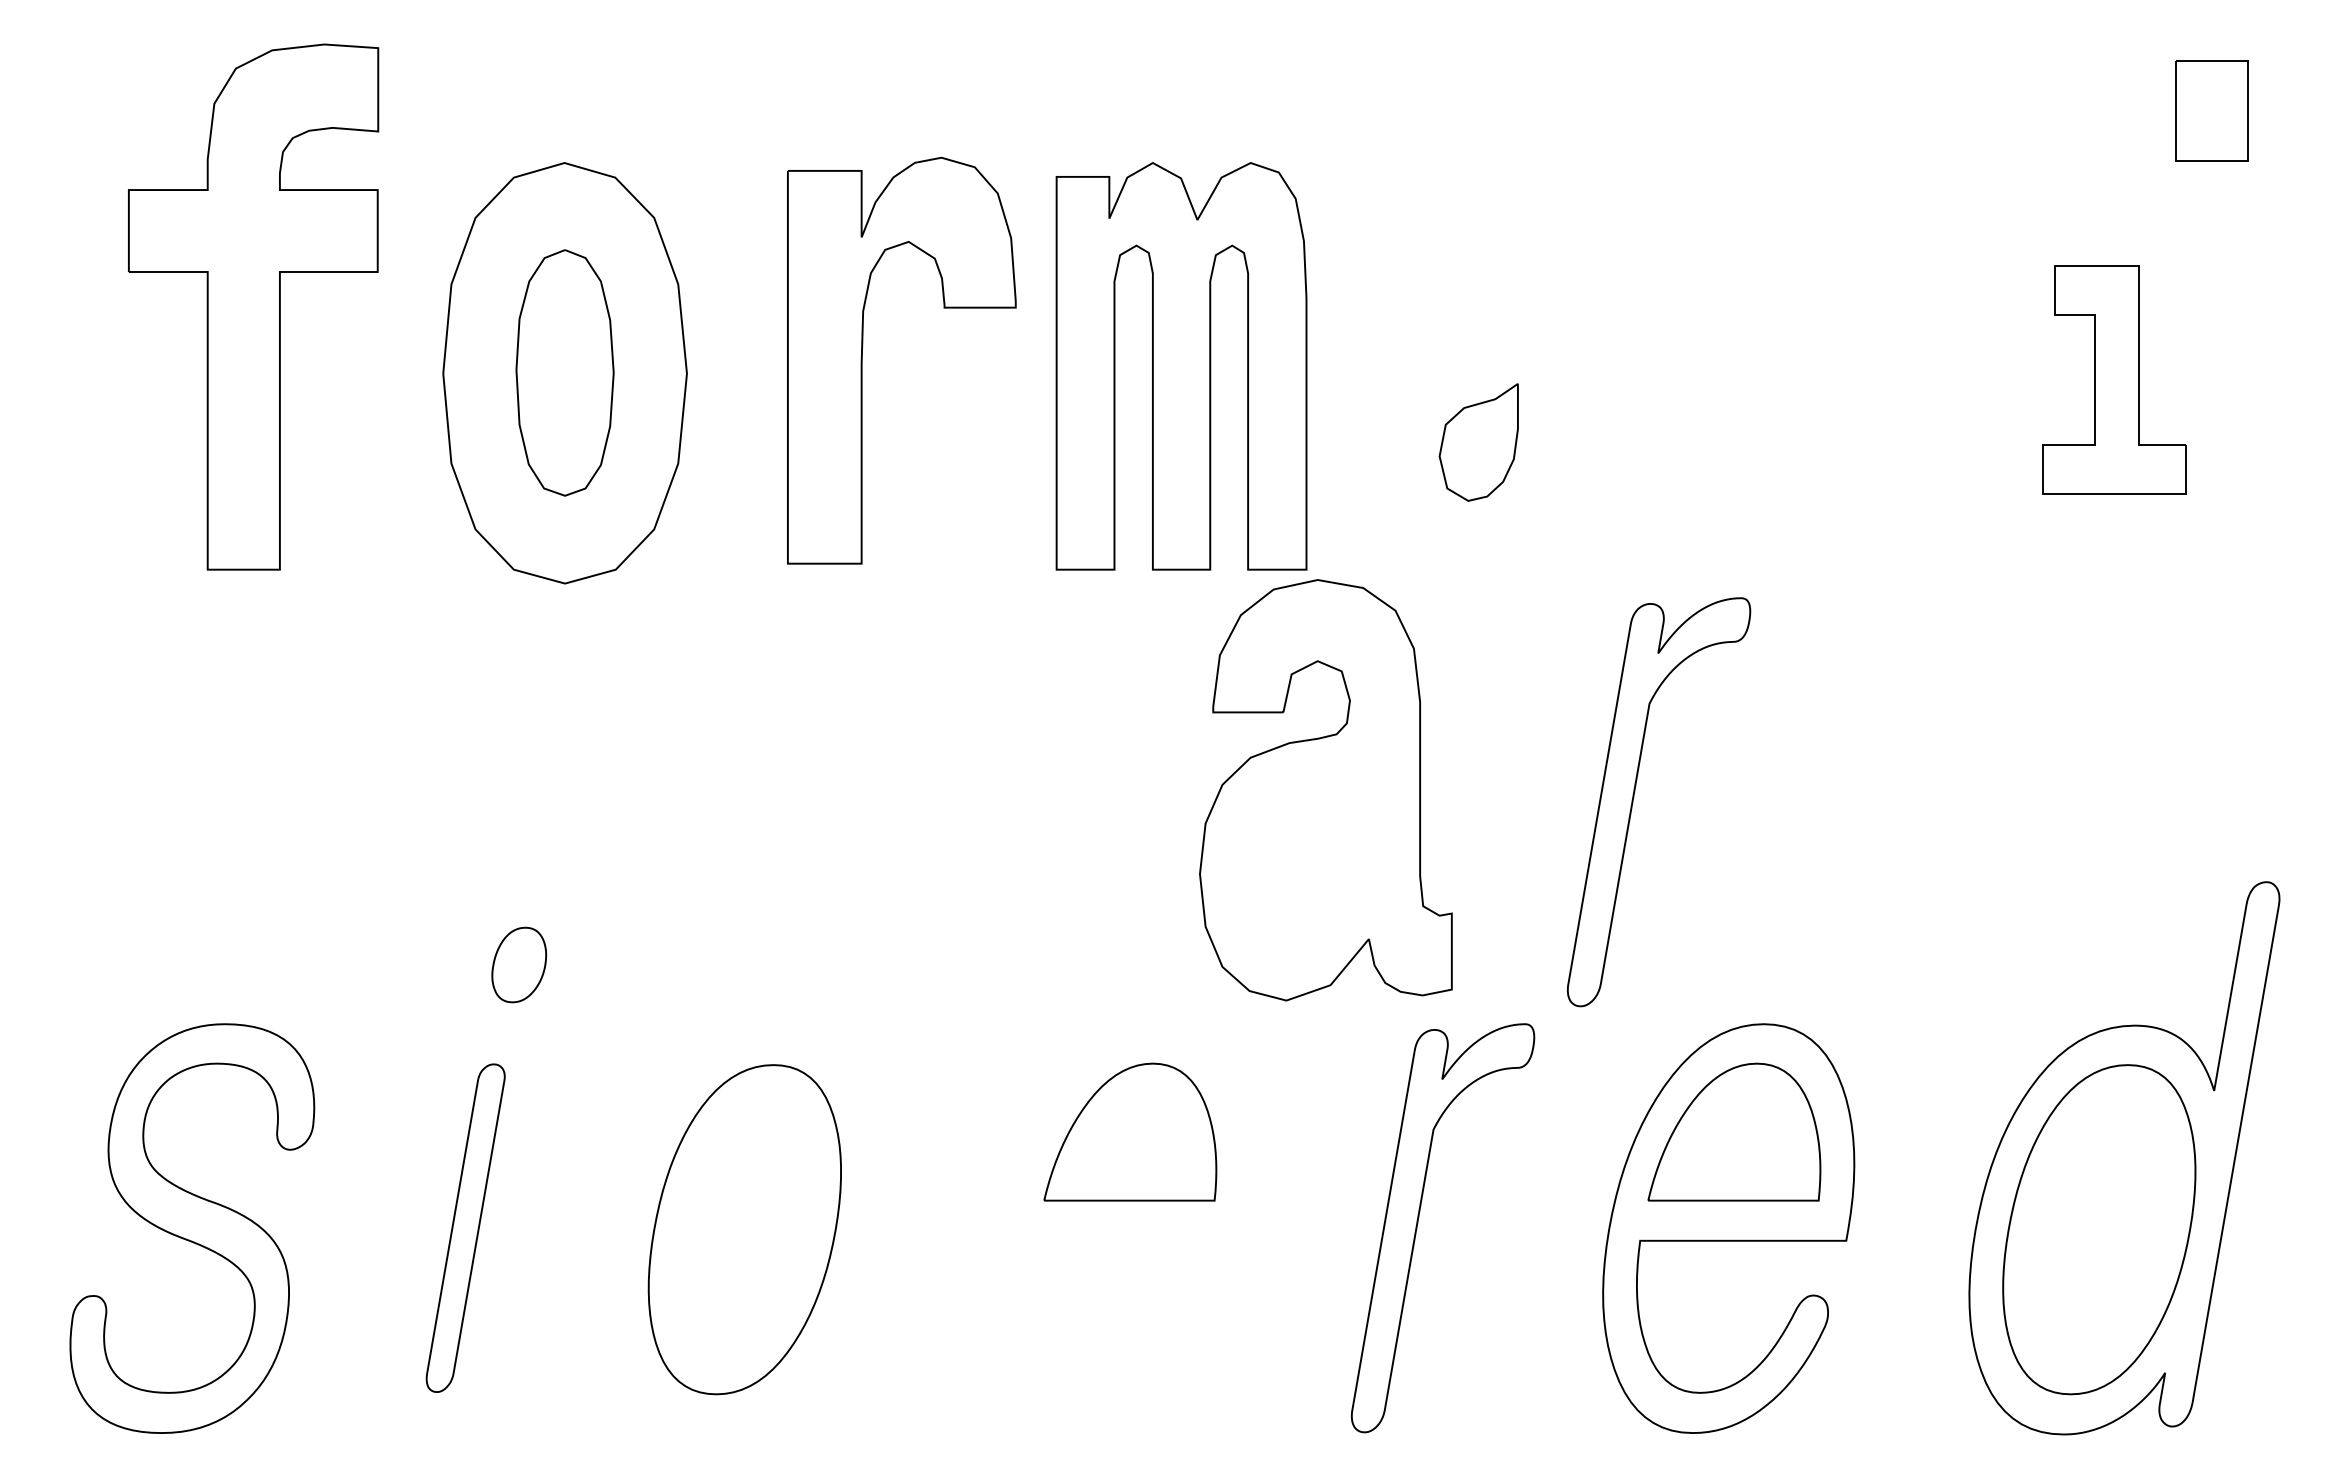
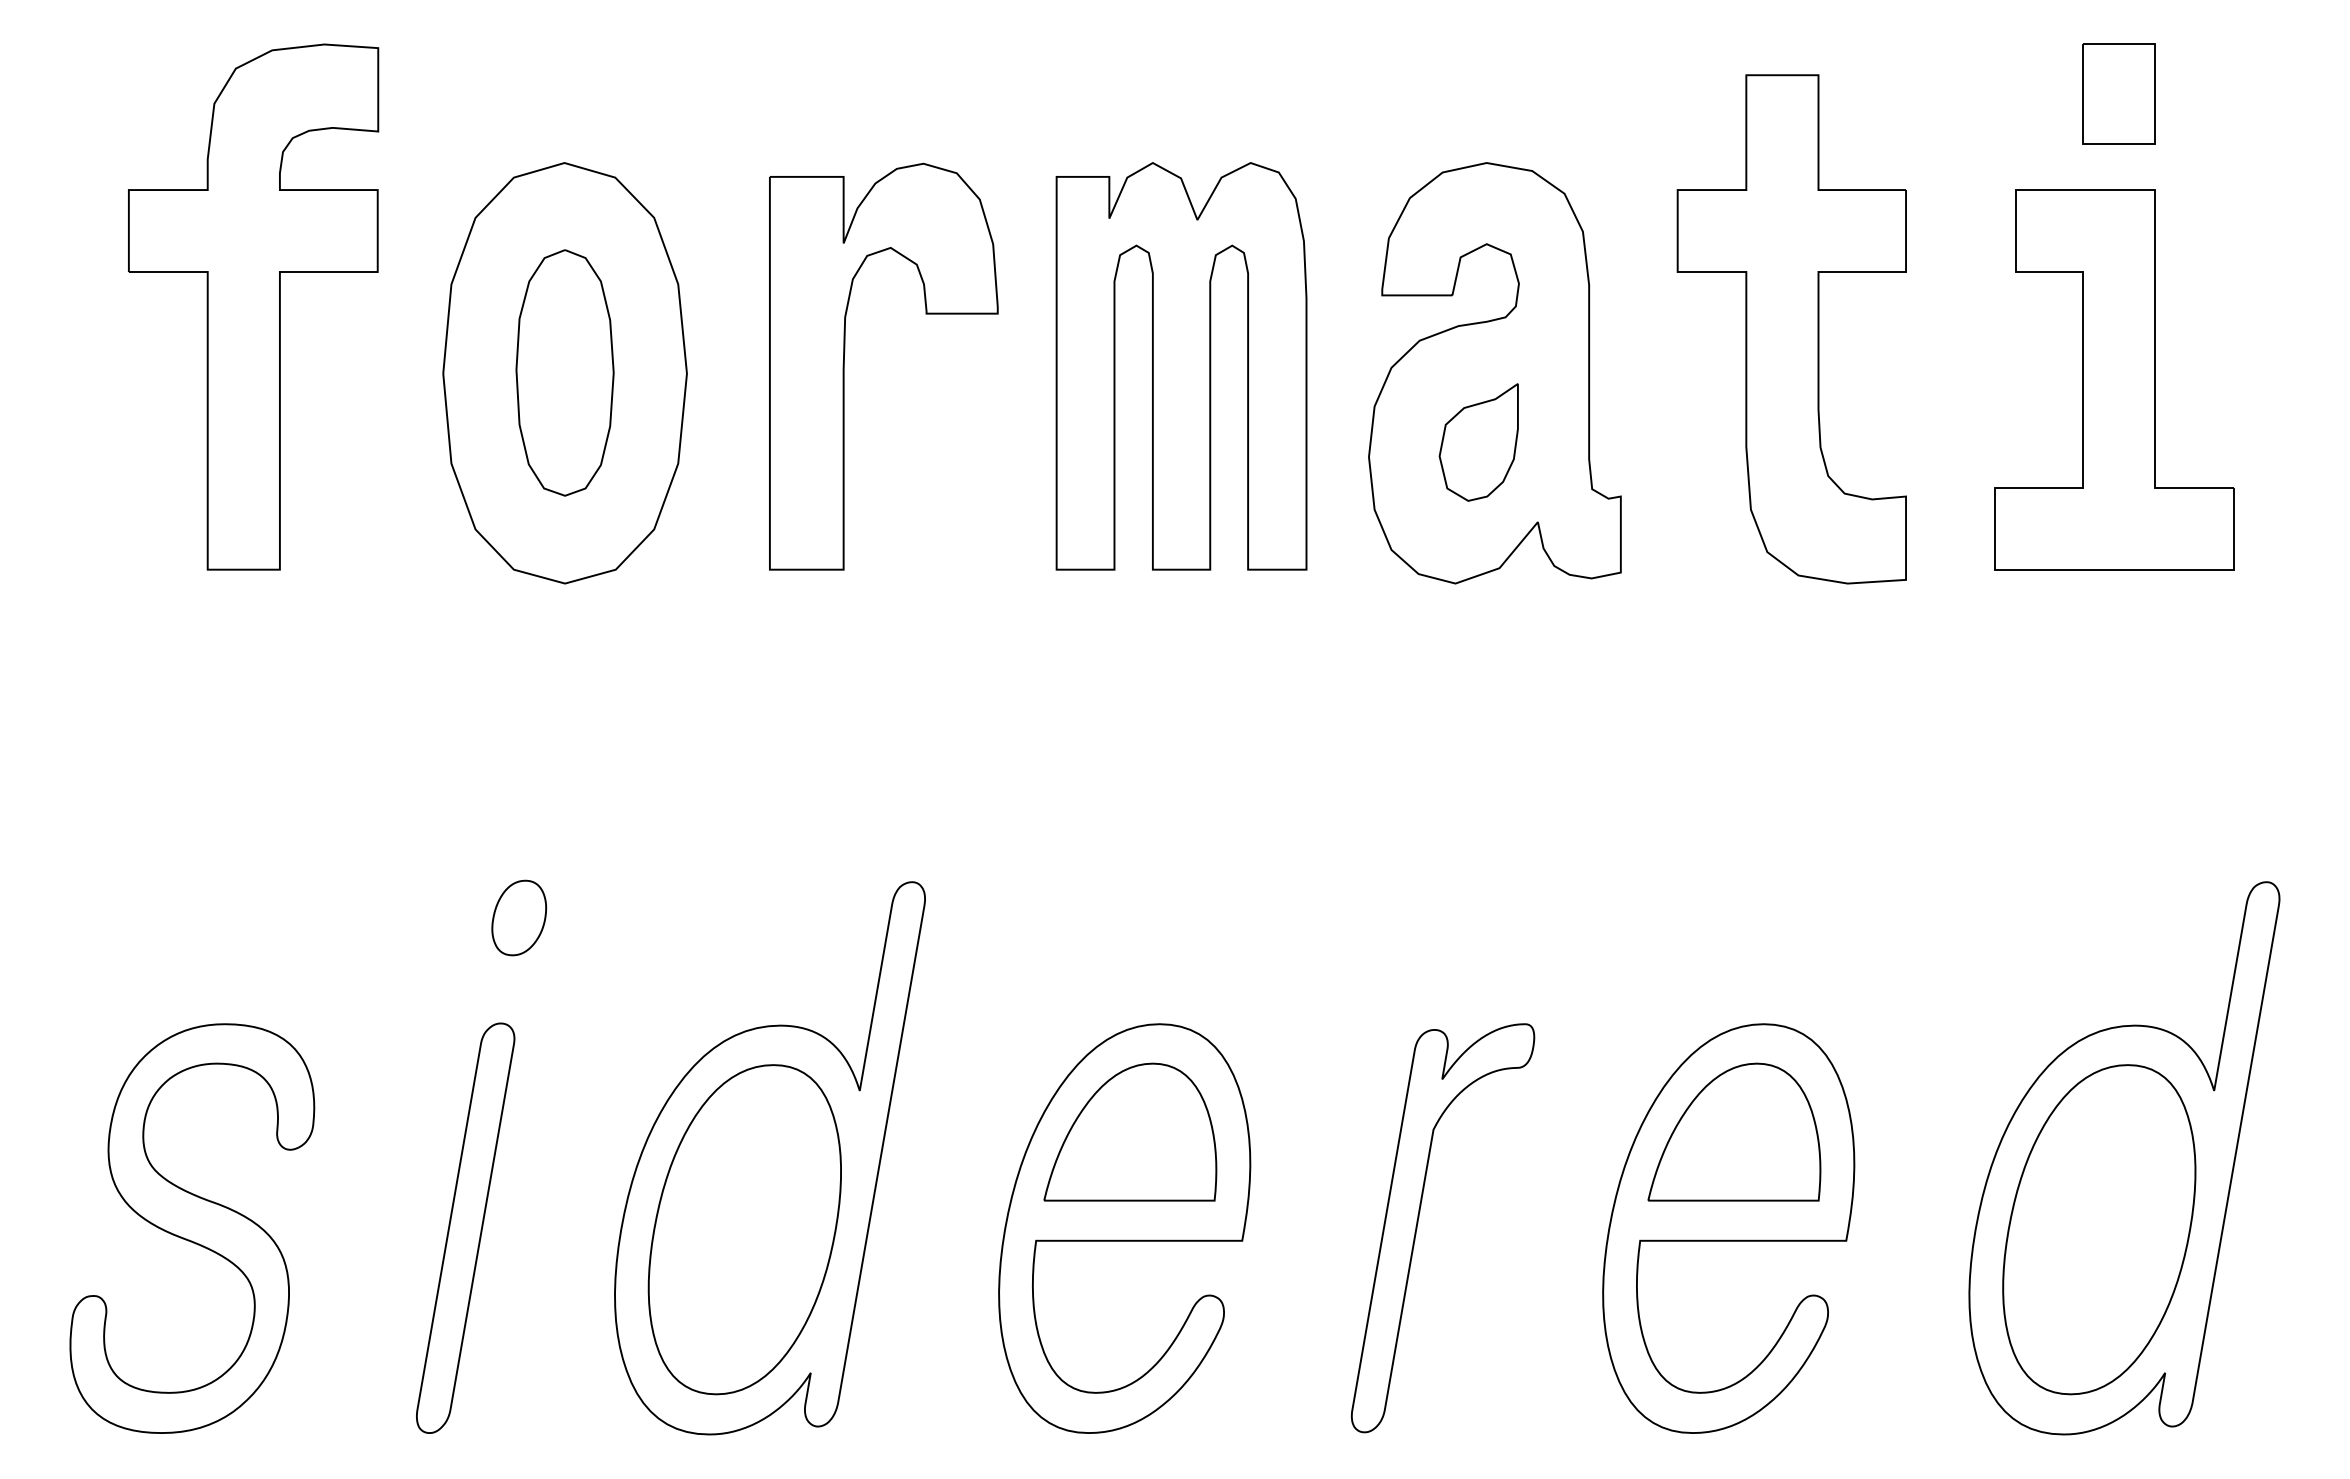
part at (2211, 110) position: (2211, 110) -> (2118, 93)
part at (1791, 329): none -> present
part at (862, 360) position: (862, 360) -> (844, 366)
part at (2114, 379) size: 145x230 px -> 241x382 px
part at (1325, 790) position: (1325, 790) -> (1494, 373)
part at (1634, 797): present -> none
part at (519, 964) position: (519, 964) -> (519, 917)
part at (769, 1158): none -> present
part at (465, 1227) size: 81x330 px -> 100x412 px
part at (1124, 1228): none -> present
